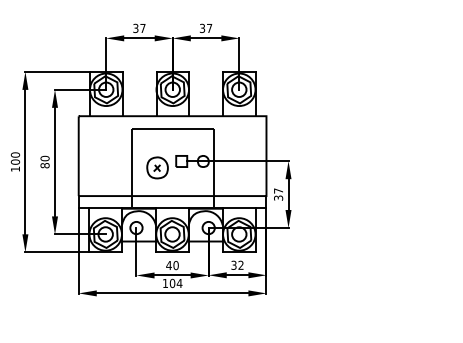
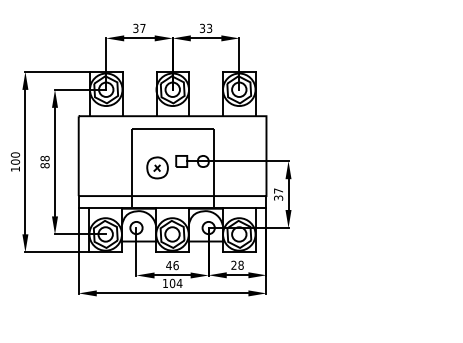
text at (209, 27): 37 -> 33
text at (44, 158): 80 -> 88
text at (175, 265): 40 -> 46
text at (237, 265): 32 -> 28
